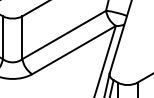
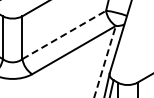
line at (64, 34): solid -> dashed
line at (105, 61): solid -> dashed
